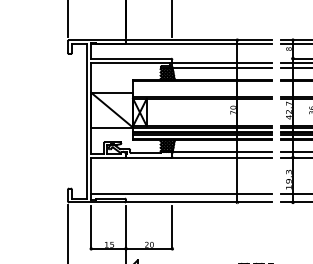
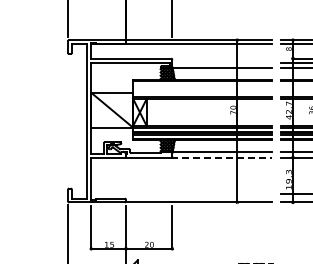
line at (222, 63): present -> none
line at (222, 157): solid -> dashed
line at (181, 194): present -> none
